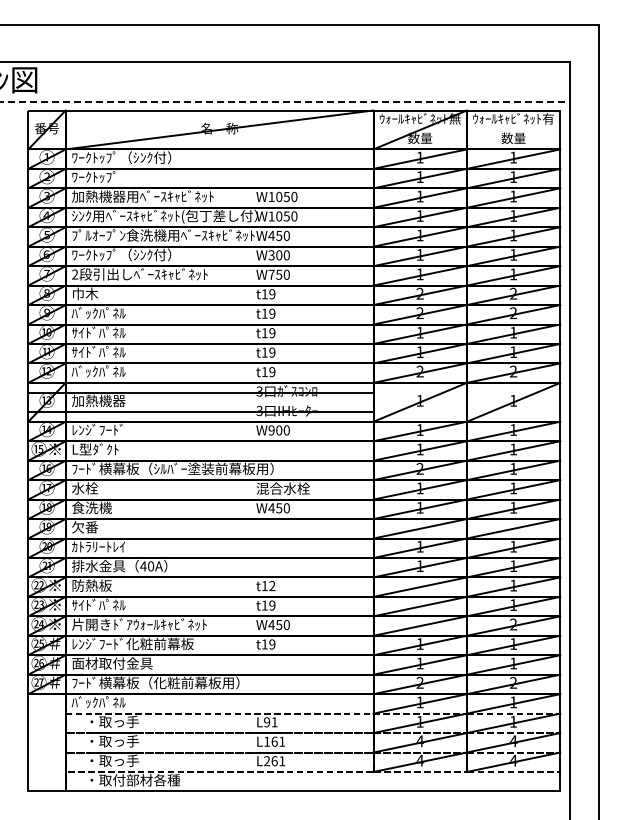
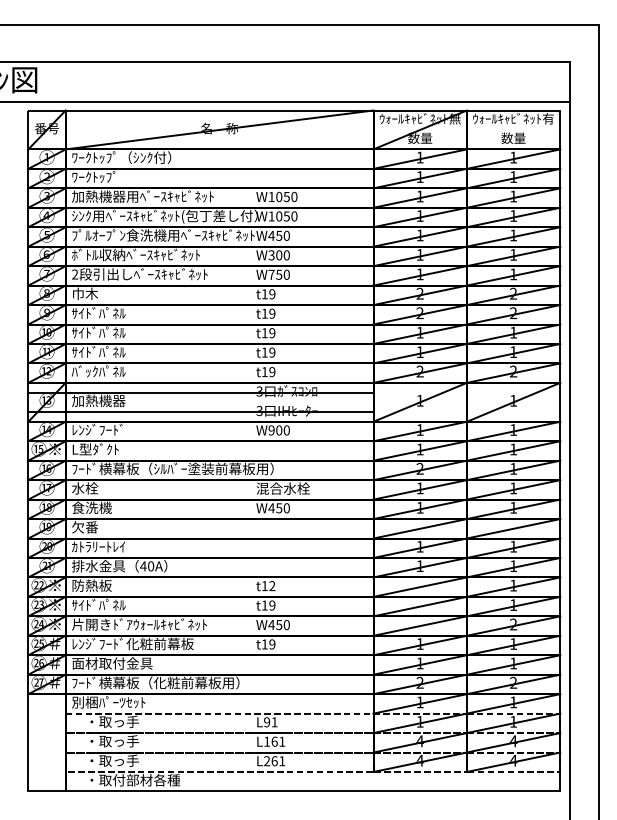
line at (285, 101): dashed -> solid
text at (135, 254): ﾜｰｸﾄｯﾌﾟ（ｼﾝｸ付） -> ﾎﾞﾄﾙ収納ﾍﾞｰｽｷｬﾋﾞﾈｯﾄ
text at (84, 313): ﾊﾞｯｸﾊﾟﾈﾙ -> ｻｲﾄﾞﾊﾟﾈﾙ
text at (108, 702): ﾊﾞｯｸﾊﾟﾈﾙ -> 別梱ﾊﾟｰﾂｾｯﾄ
